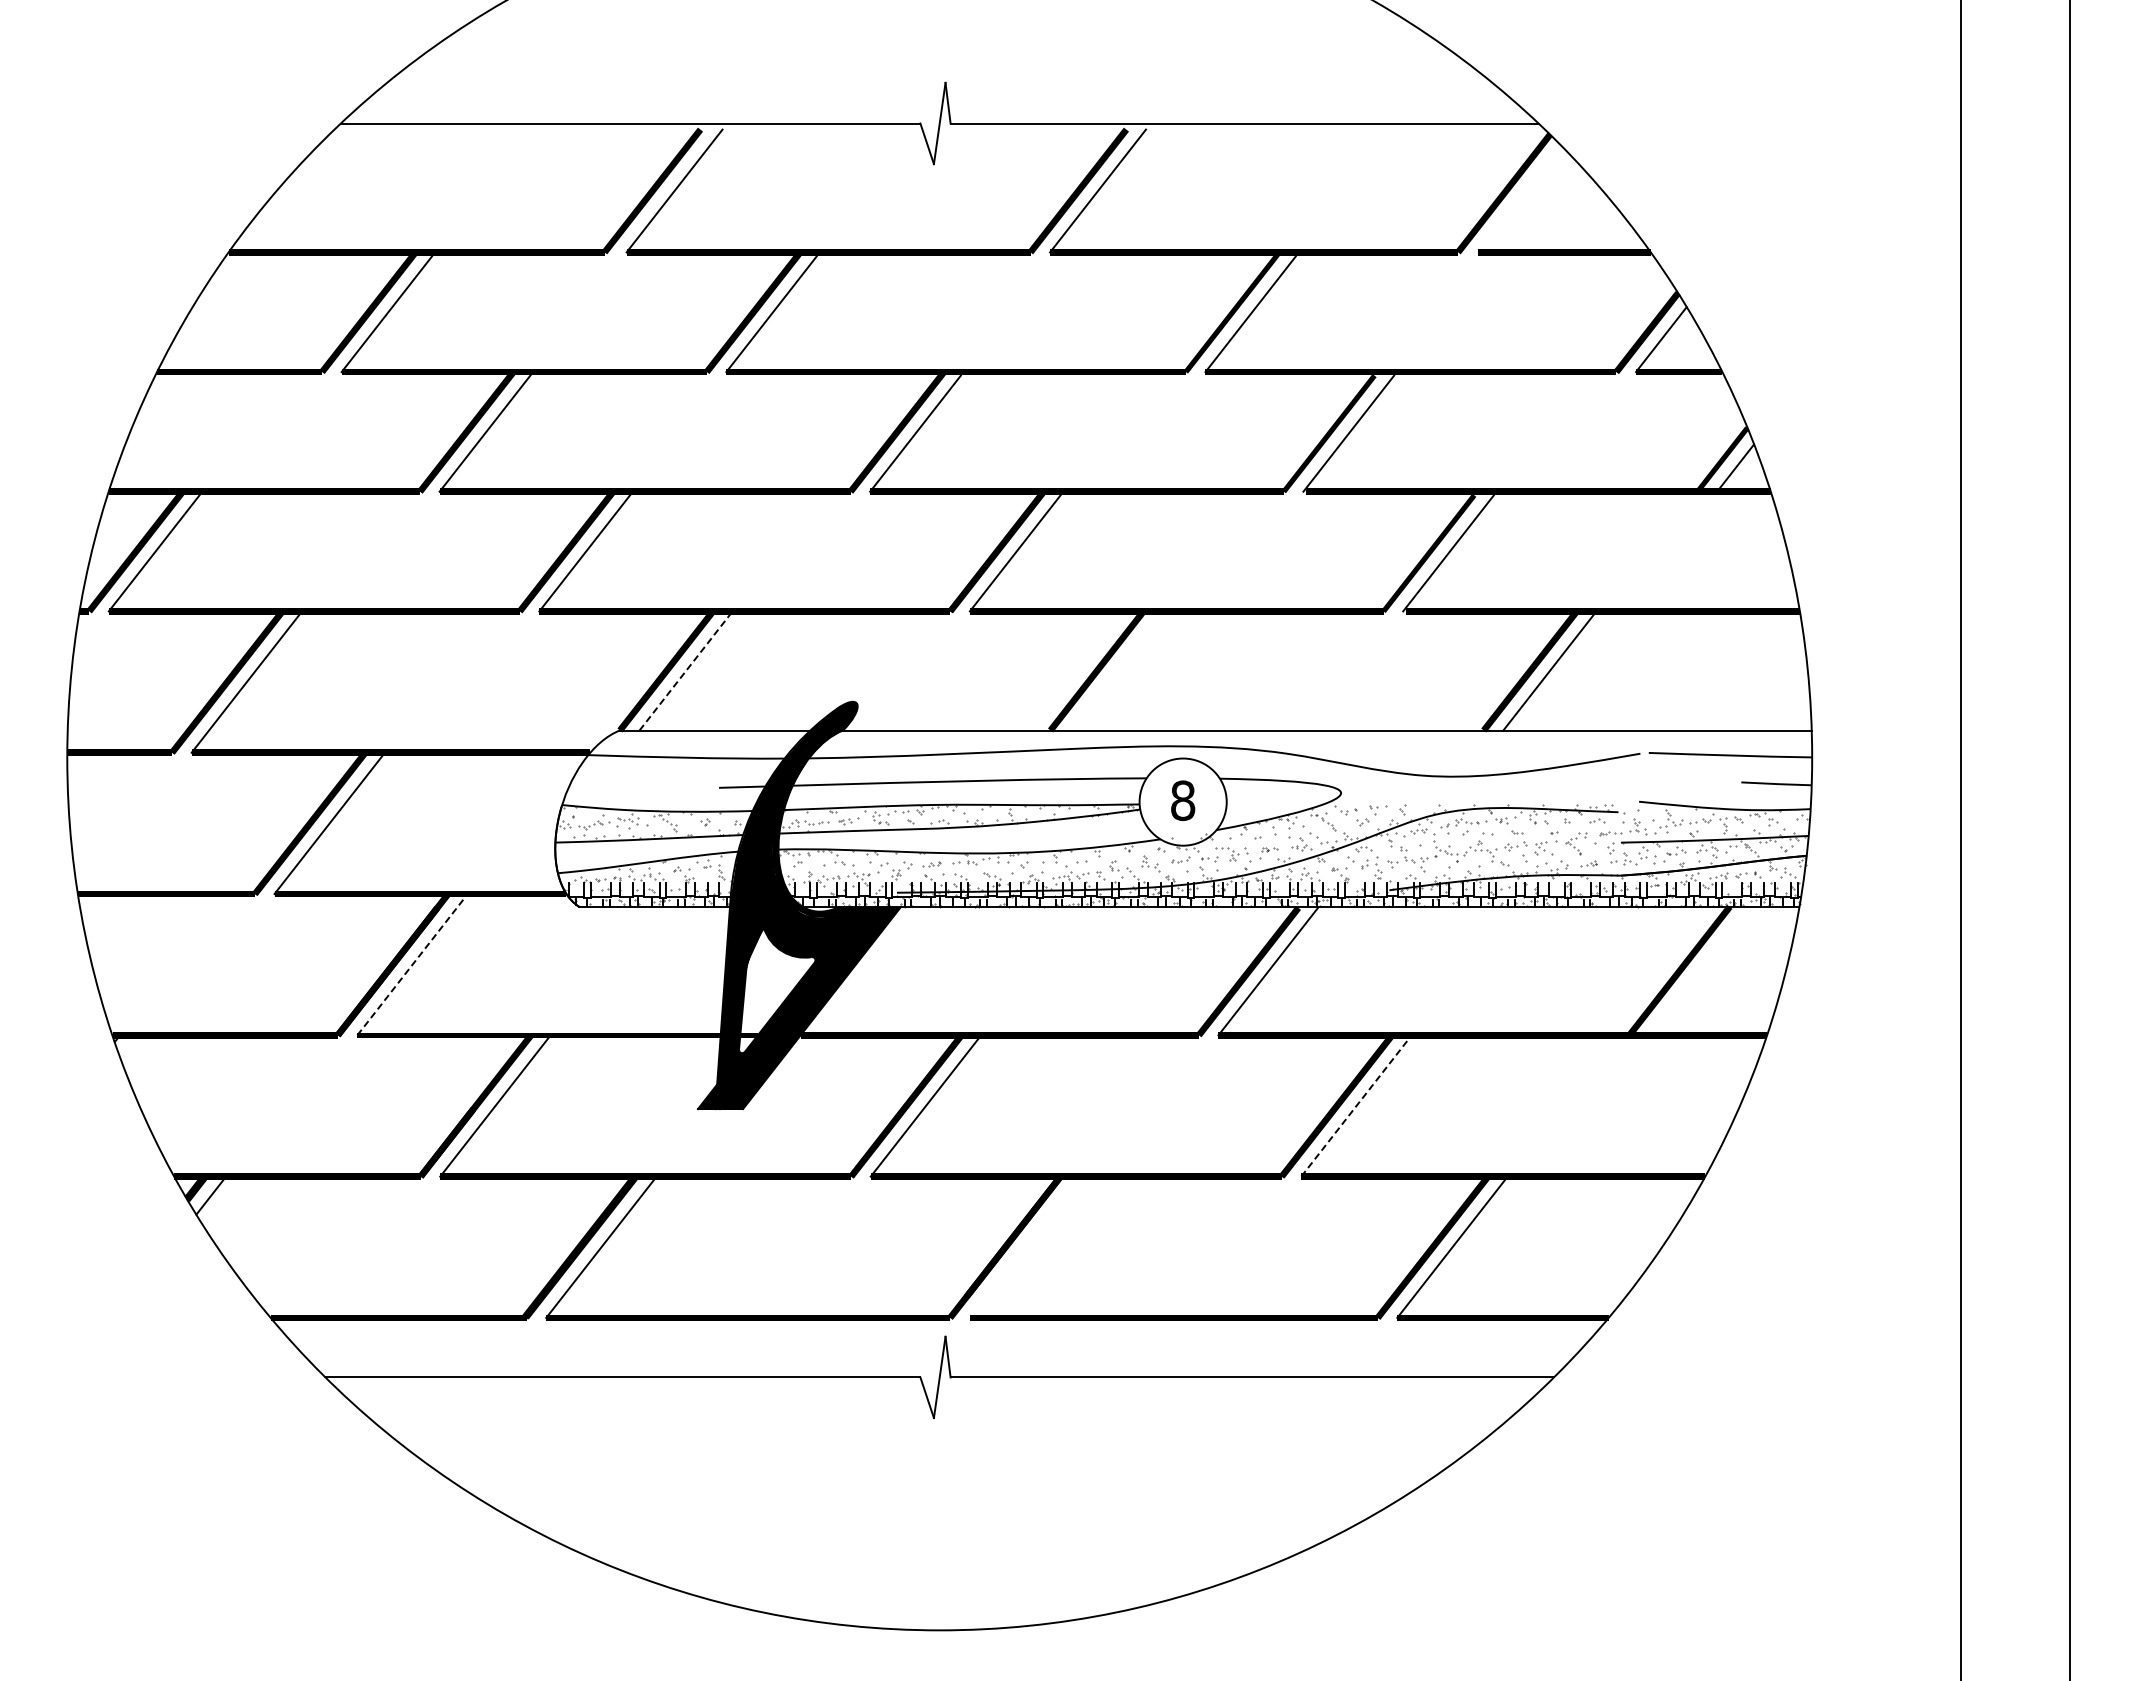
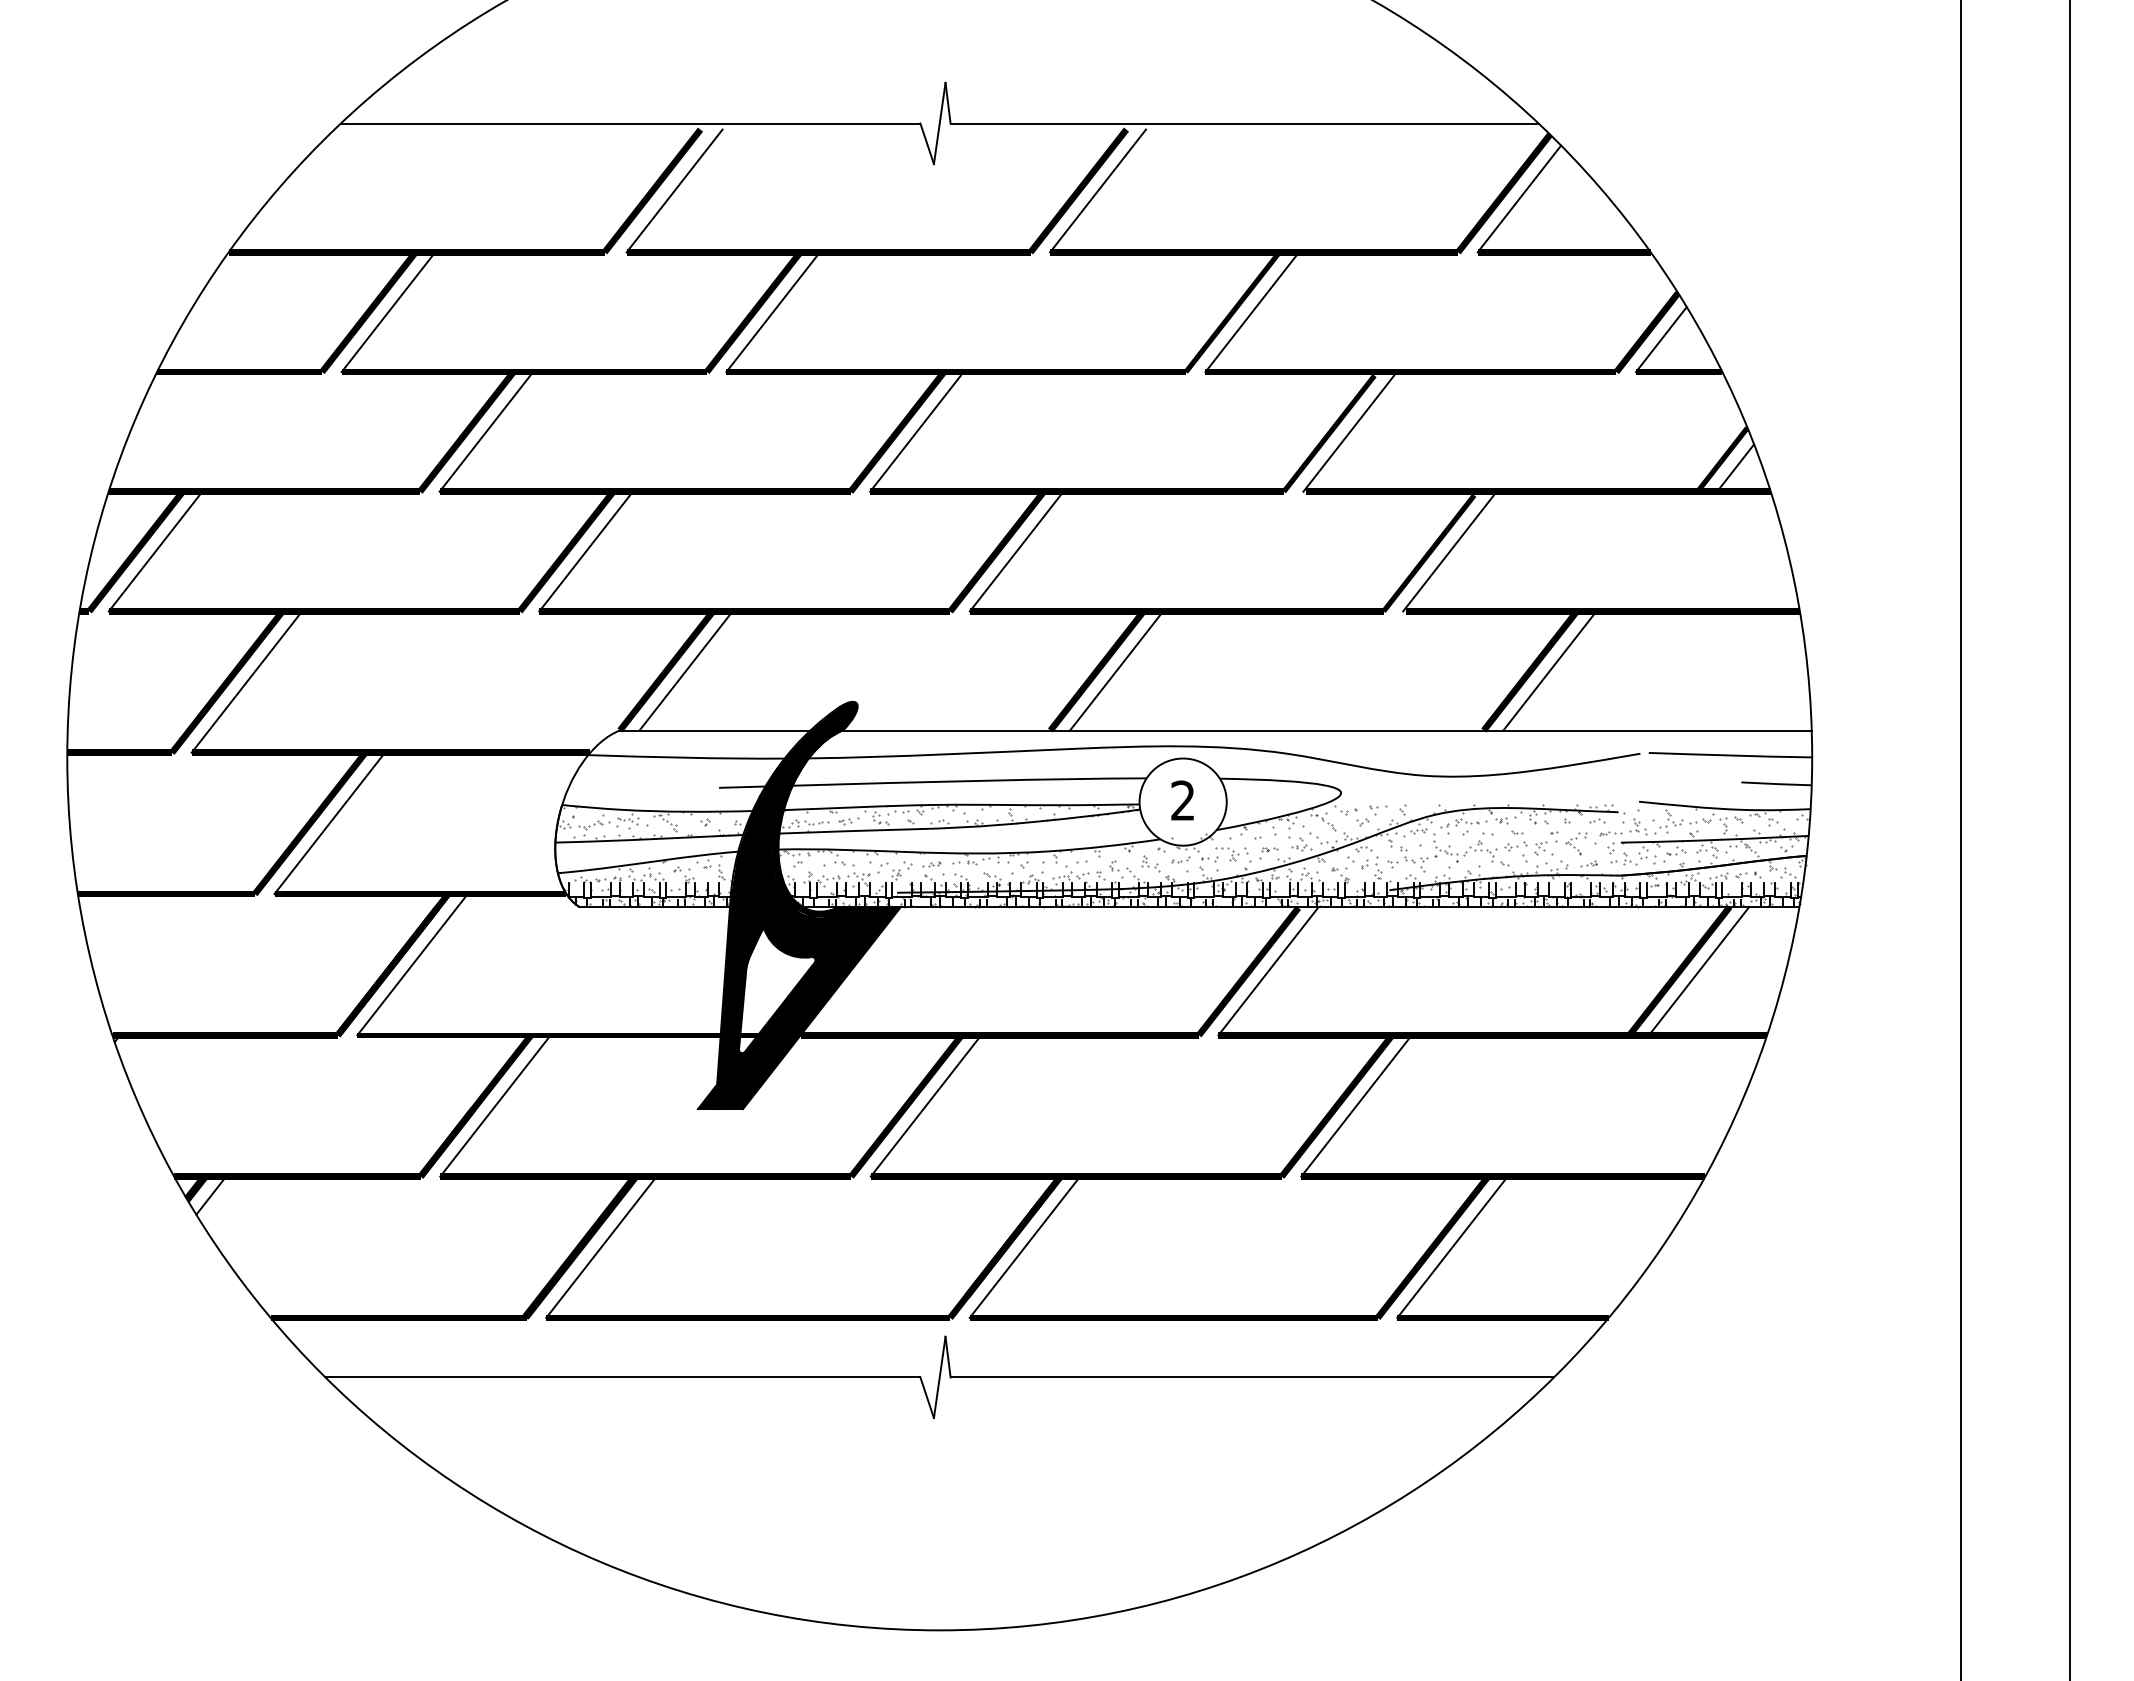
line at (1519, 198): none -> present
line at (686, 670): dashed -> solid
line at (1116, 670): none -> present
text at (1183, 800): 8 -> 2
line at (412, 964): dashed -> solid
line at (1698, 970): none -> present
line at (1356, 1105): dashed -> solid
line at (1024, 1246): none -> present
